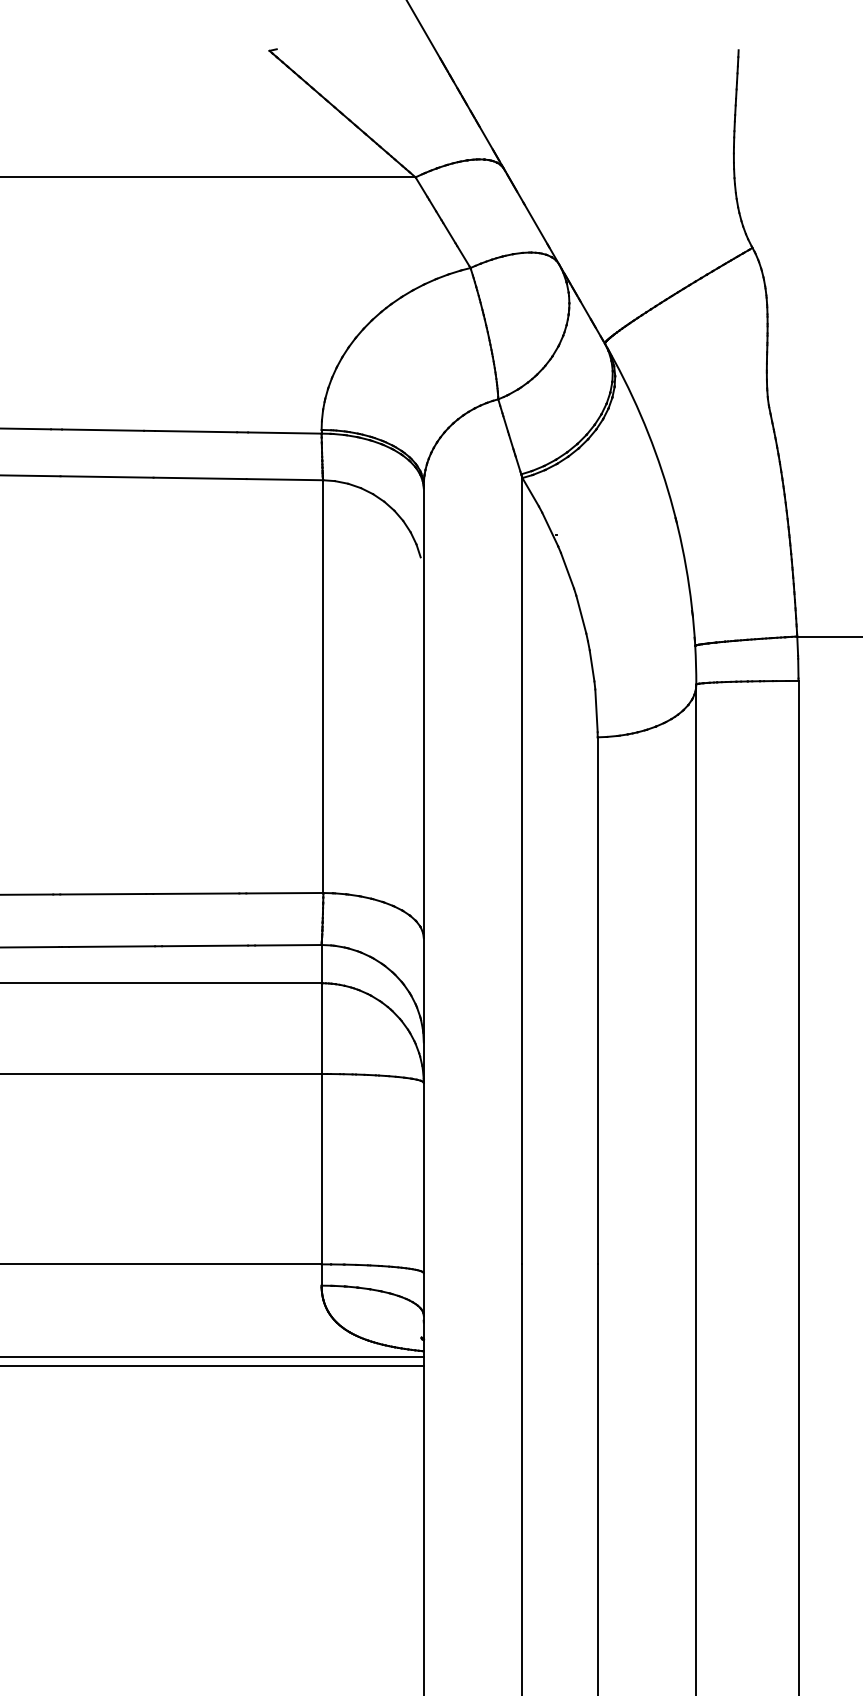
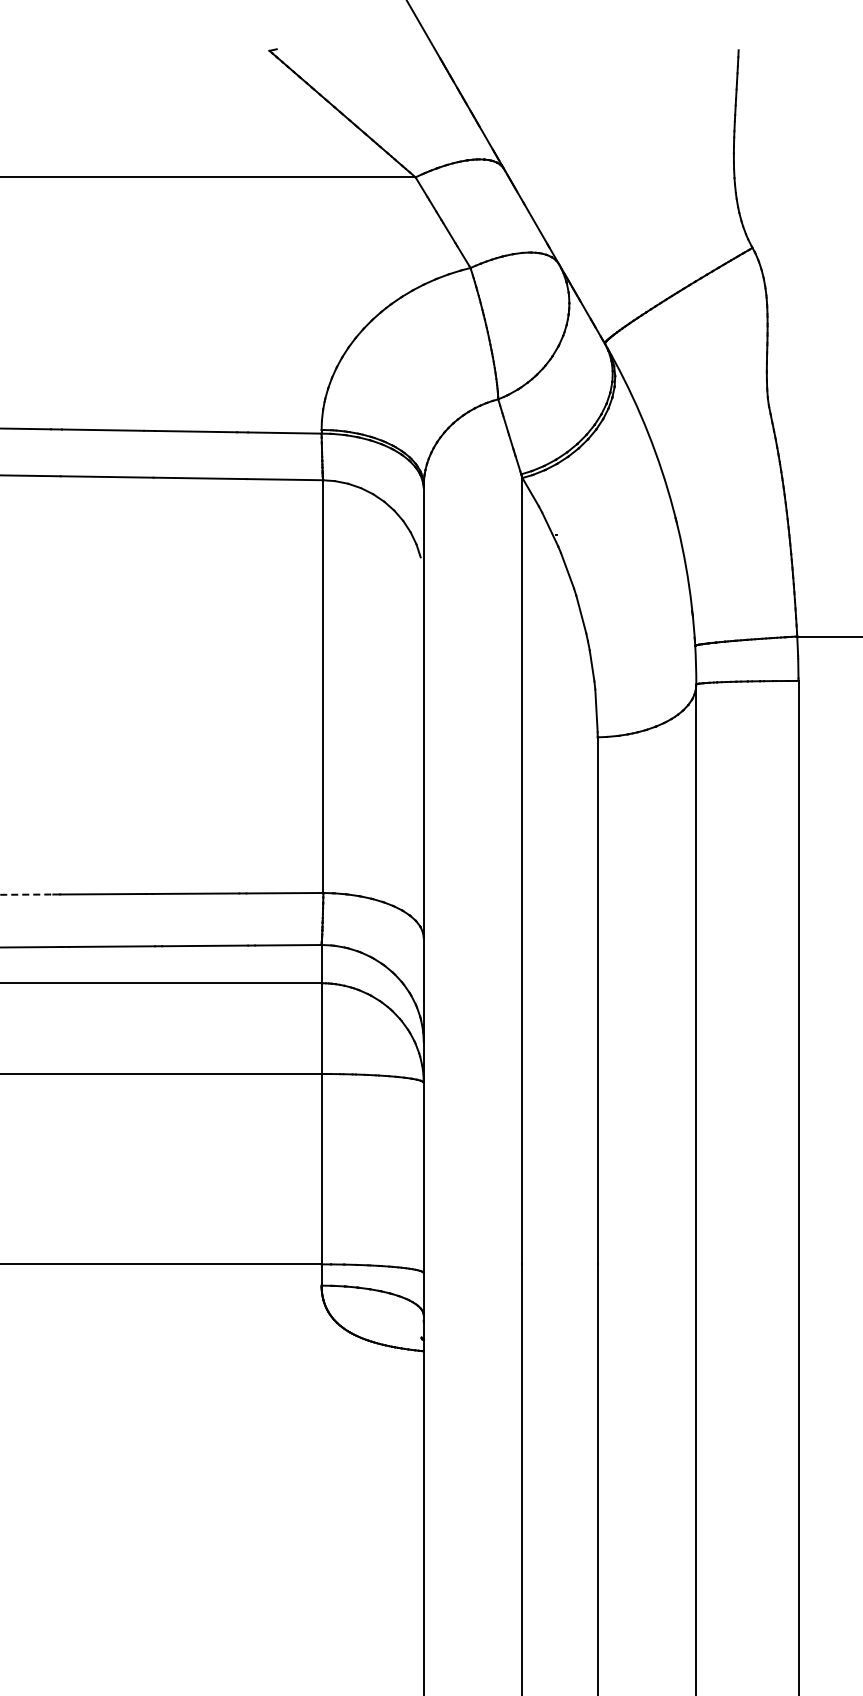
line at (27, 894): solid -> dashed
line at (212, 1357): present -> none
line at (212, 1365): present -> none
